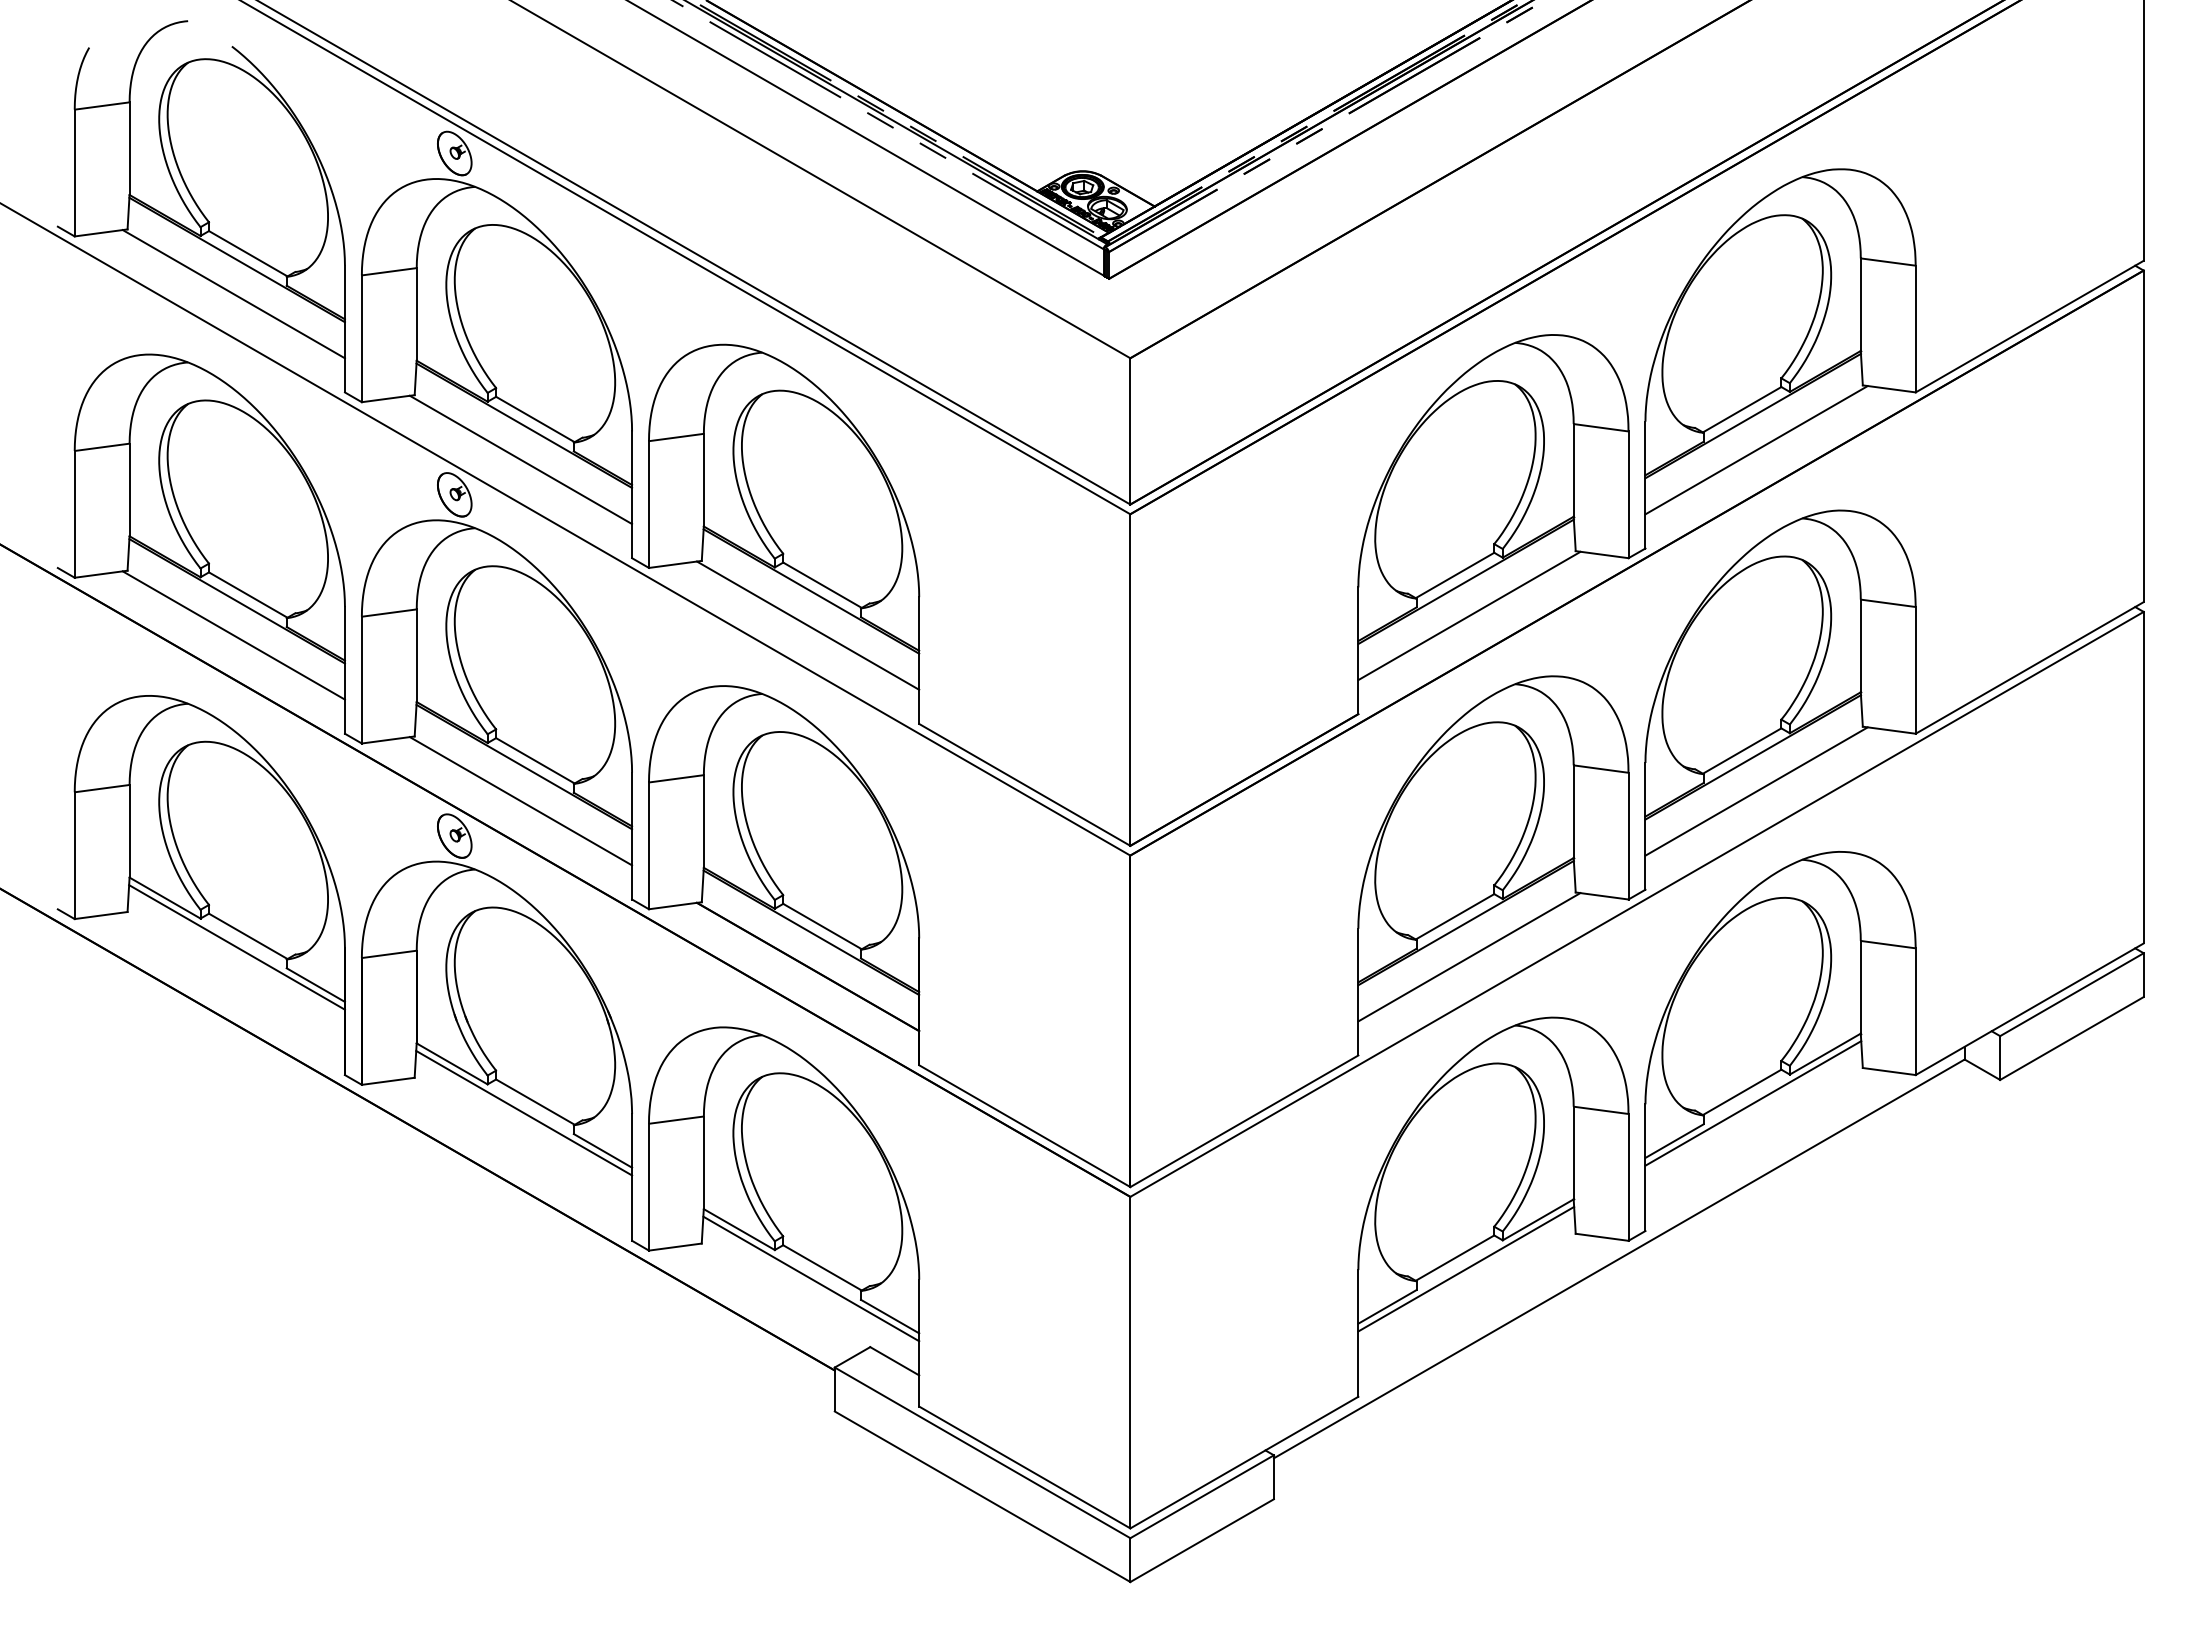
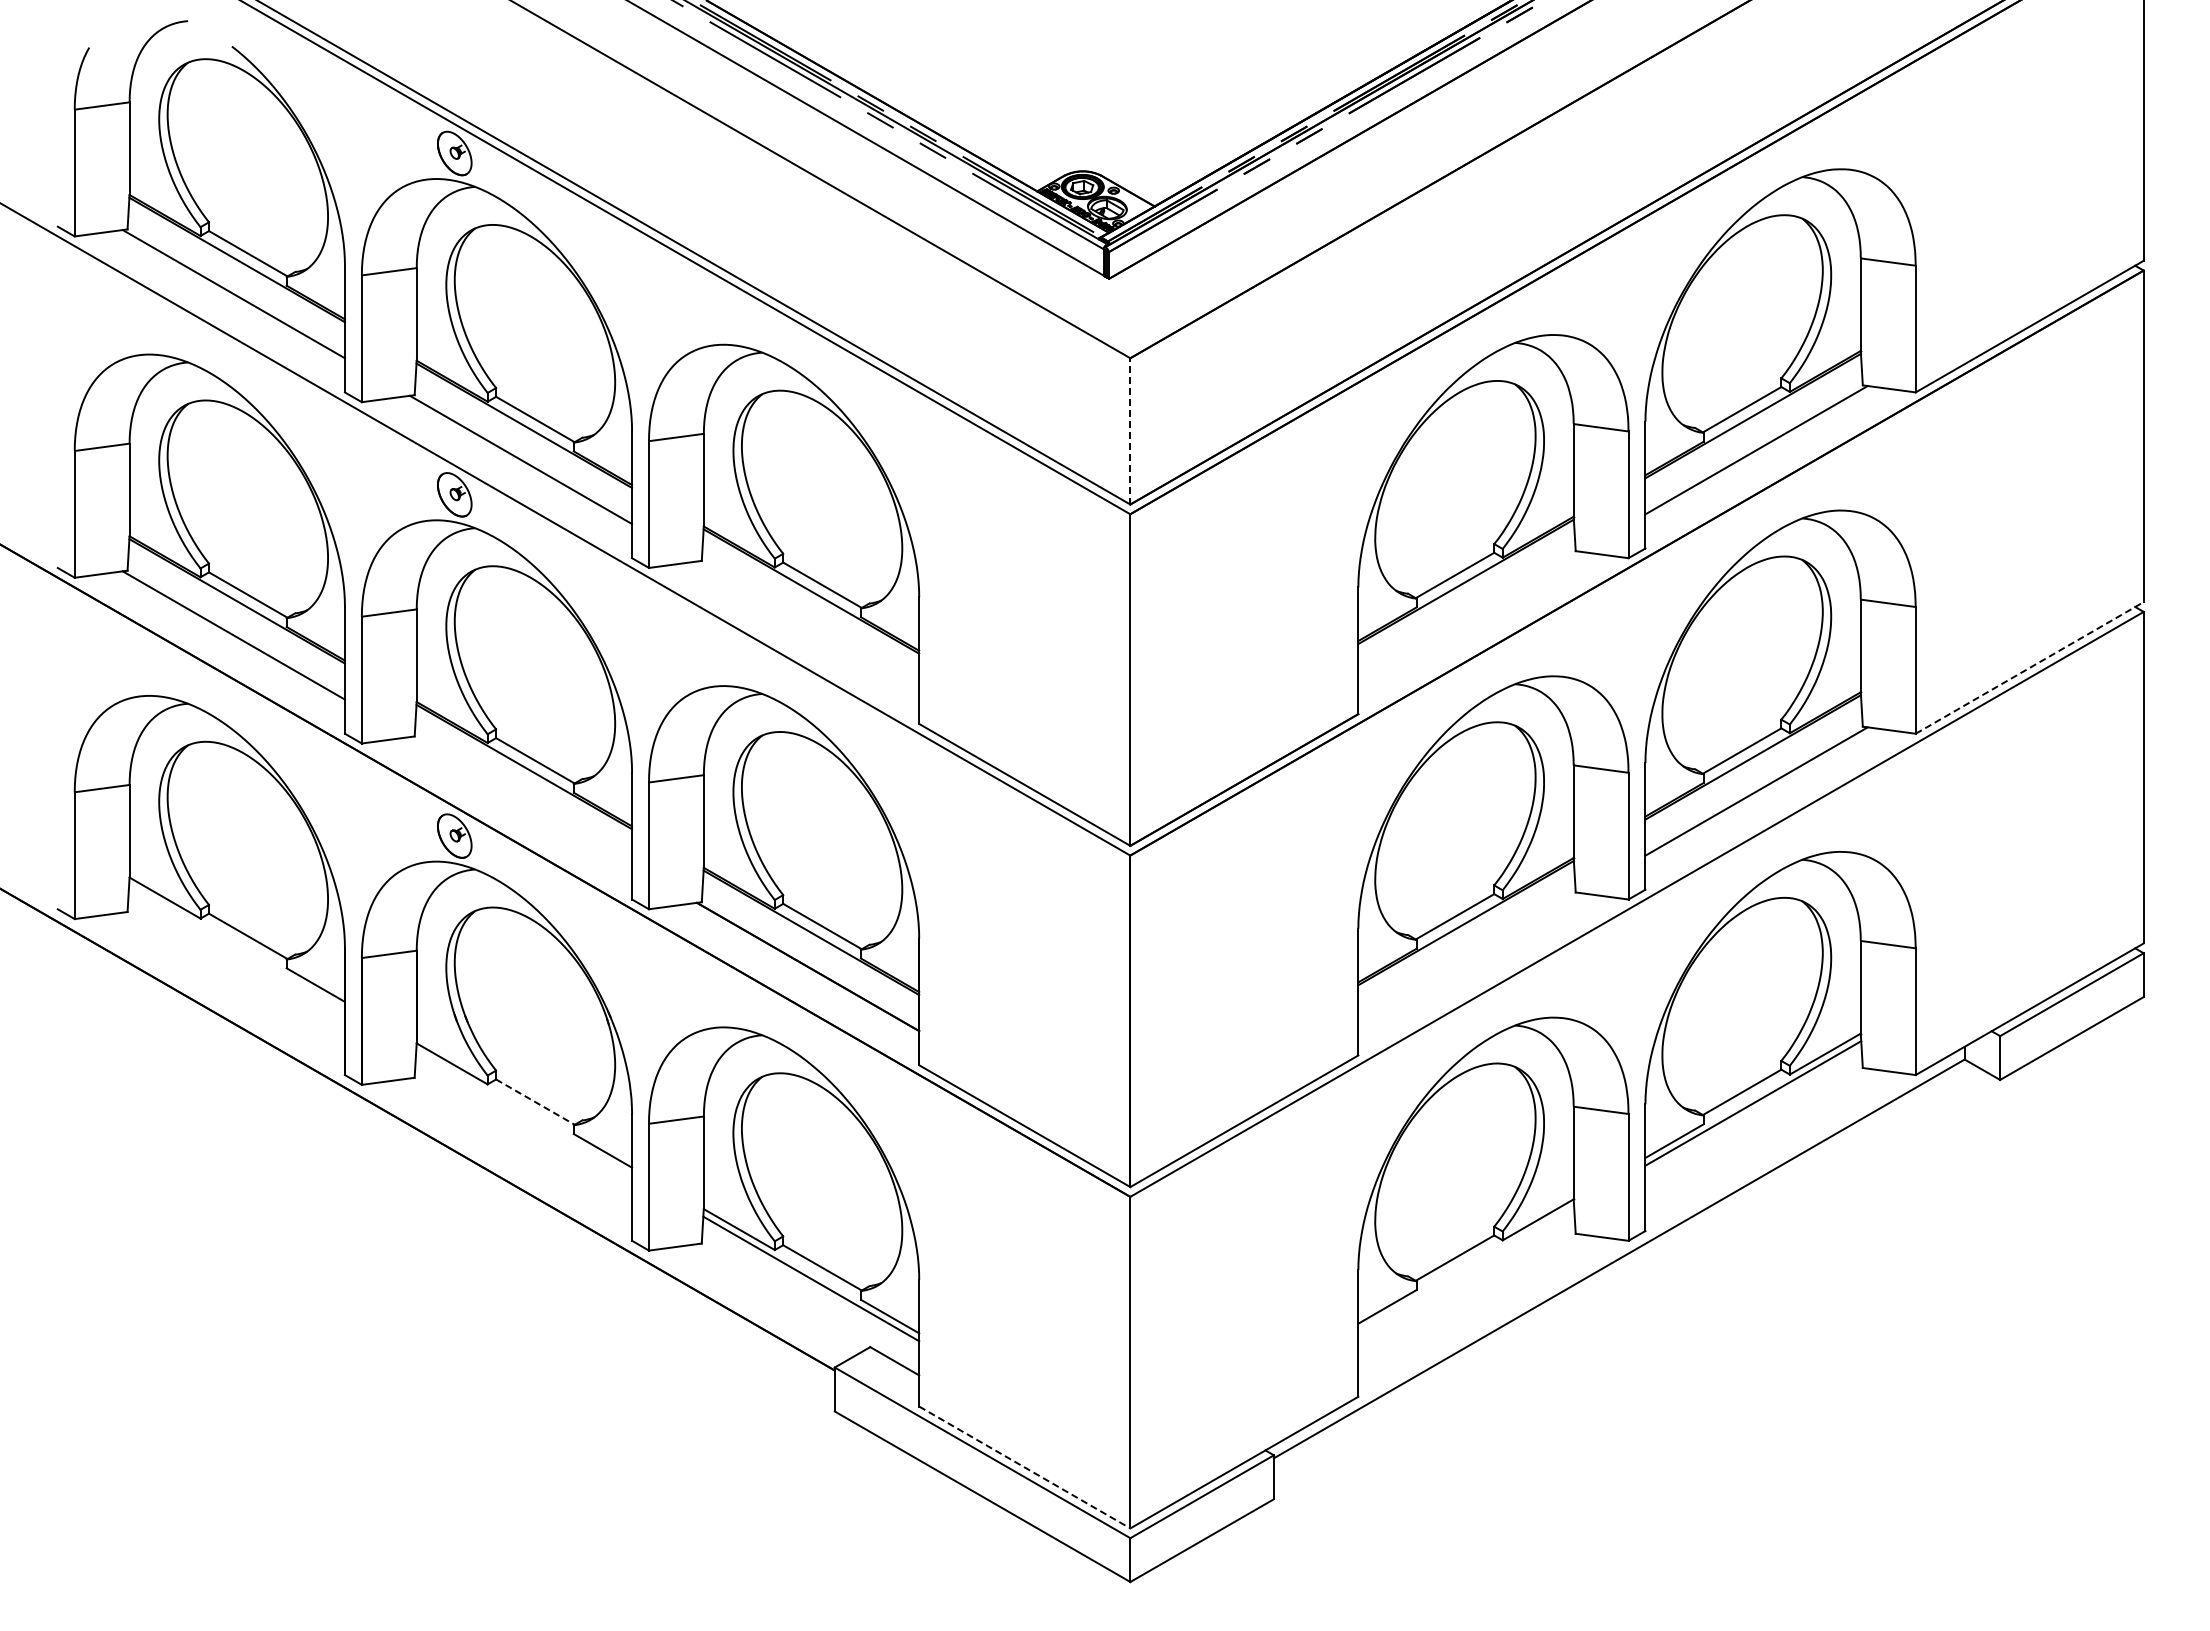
line at (1130, 430): solid -> dashed
line at (1469, 615): present -> none
line at (808, 625): present -> none
line at (2029, 667): solid -> dashed
line at (520, 801): present -> none
line at (236, 947): present -> none
line at (1469, 957): present -> none
line at (535, 1102): solid -> dashed
line at (524, 1112): present -> none
line at (1466, 1268): present -> none
line at (1024, 1467): solid -> dashed
